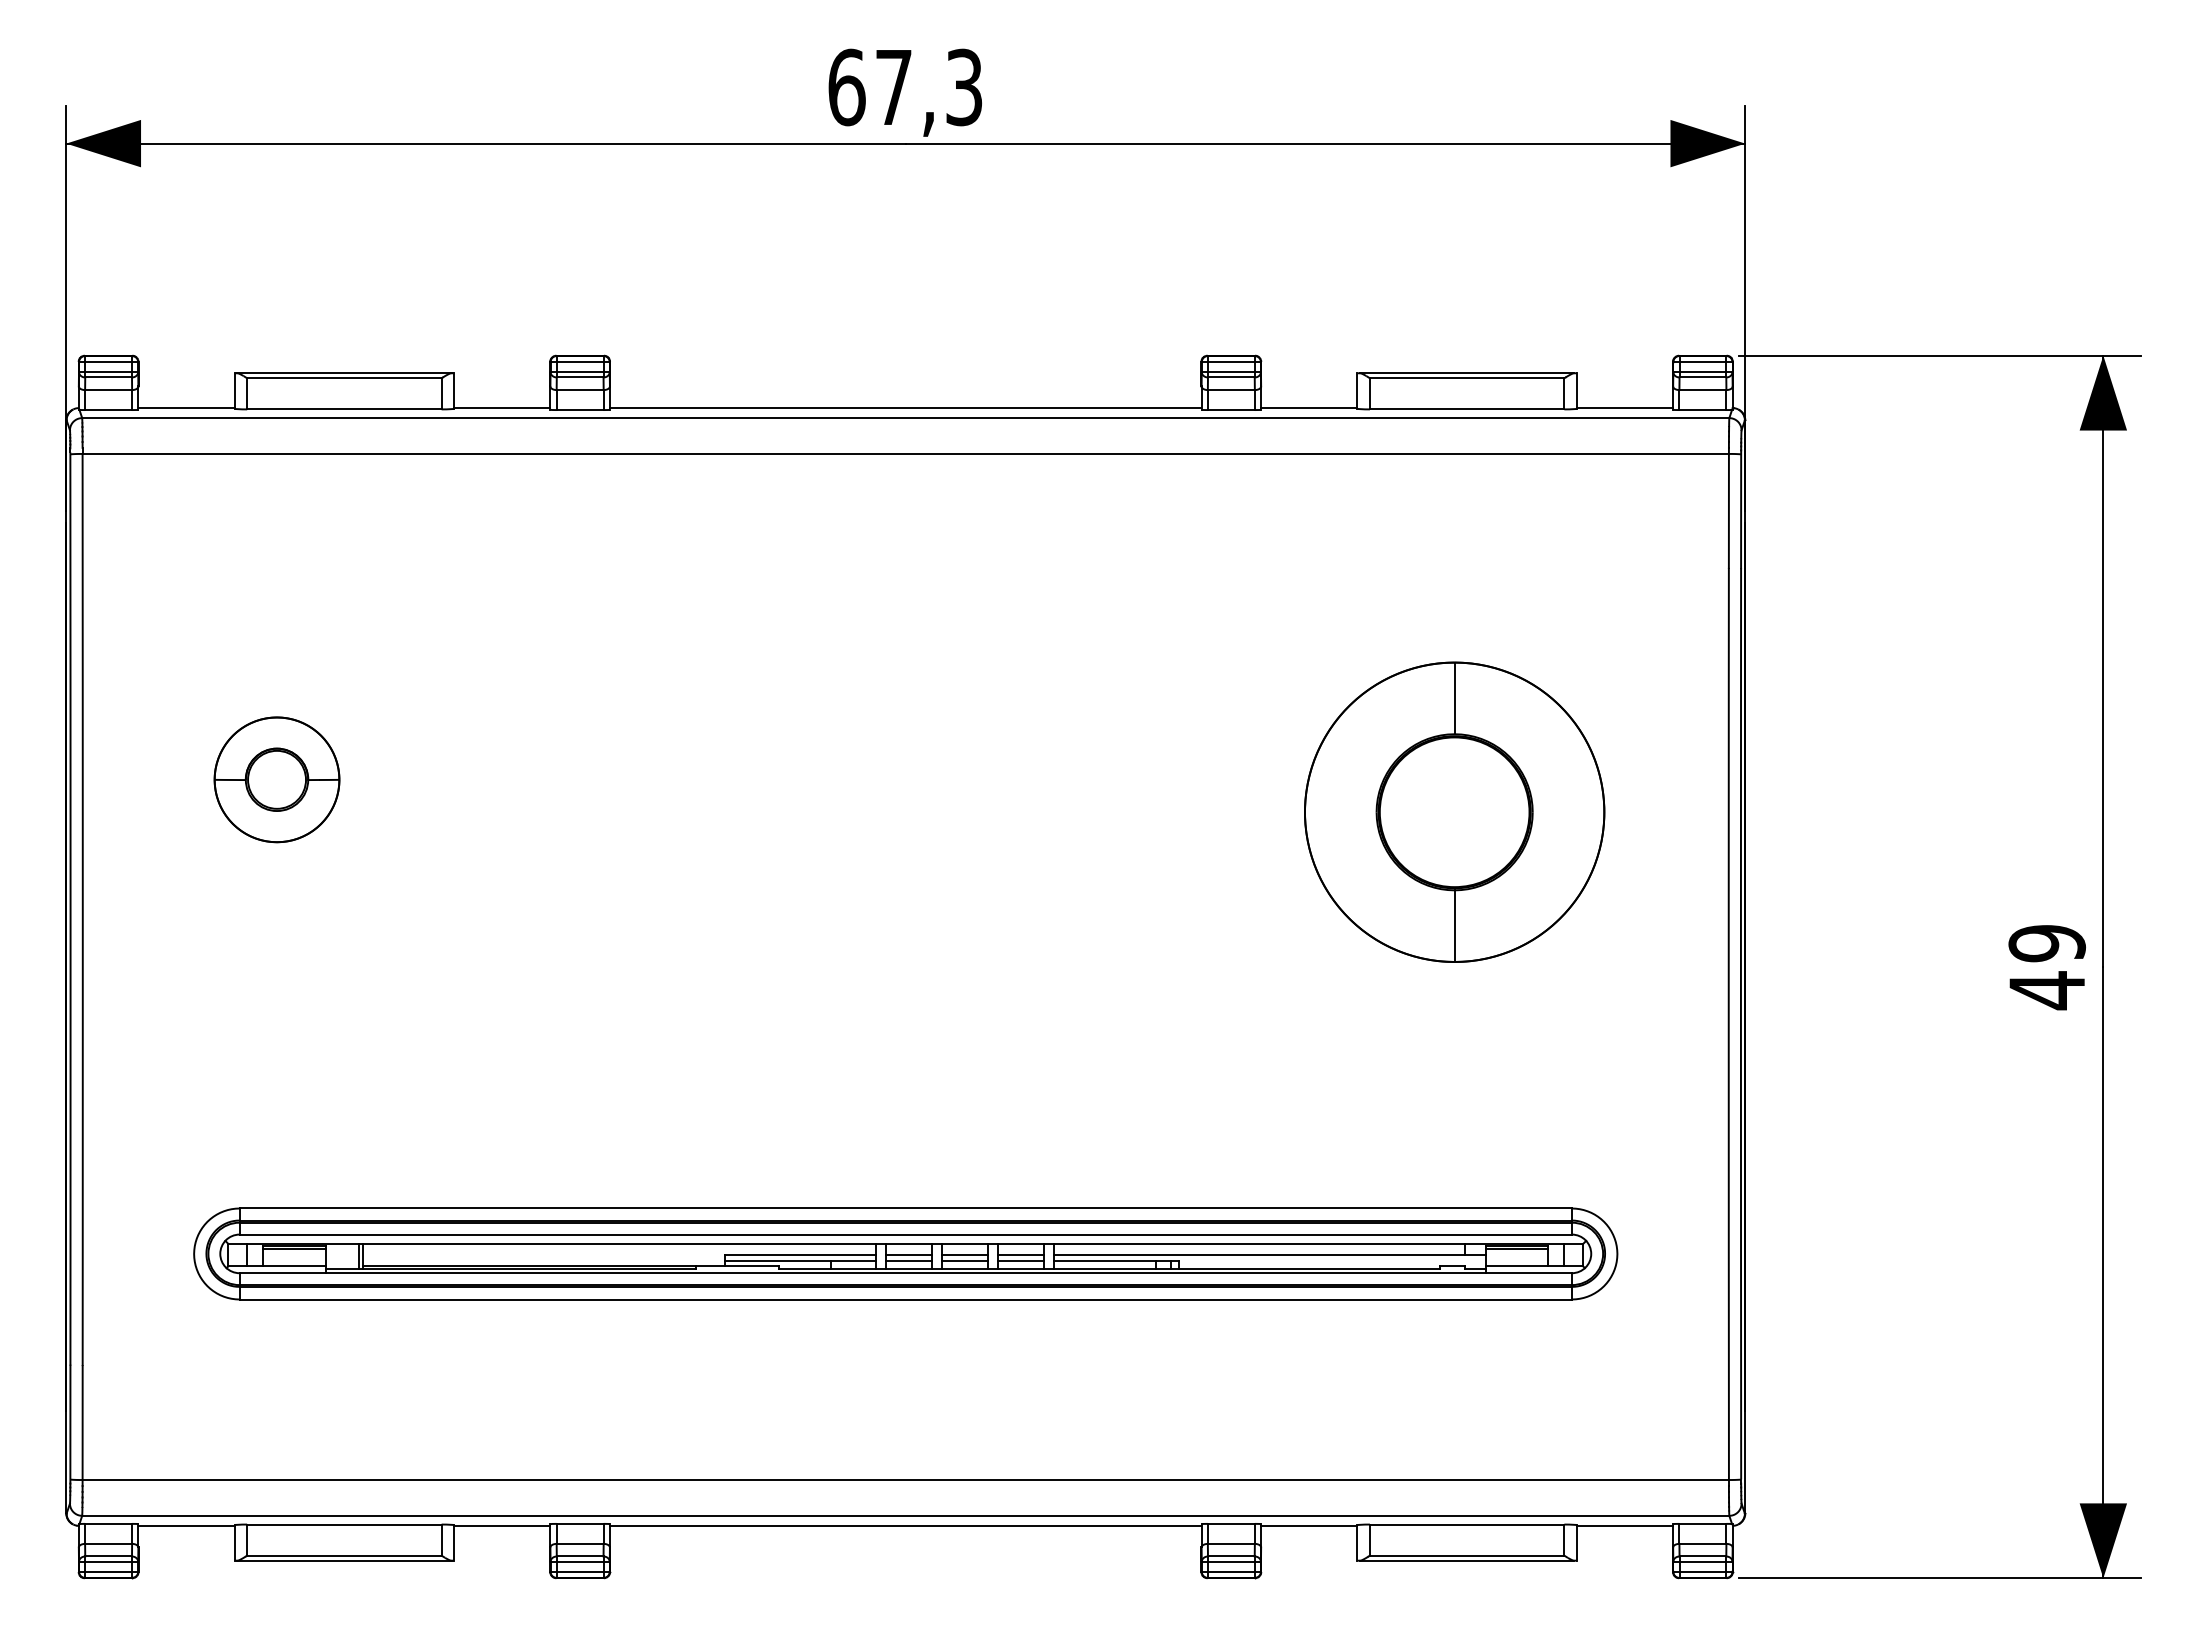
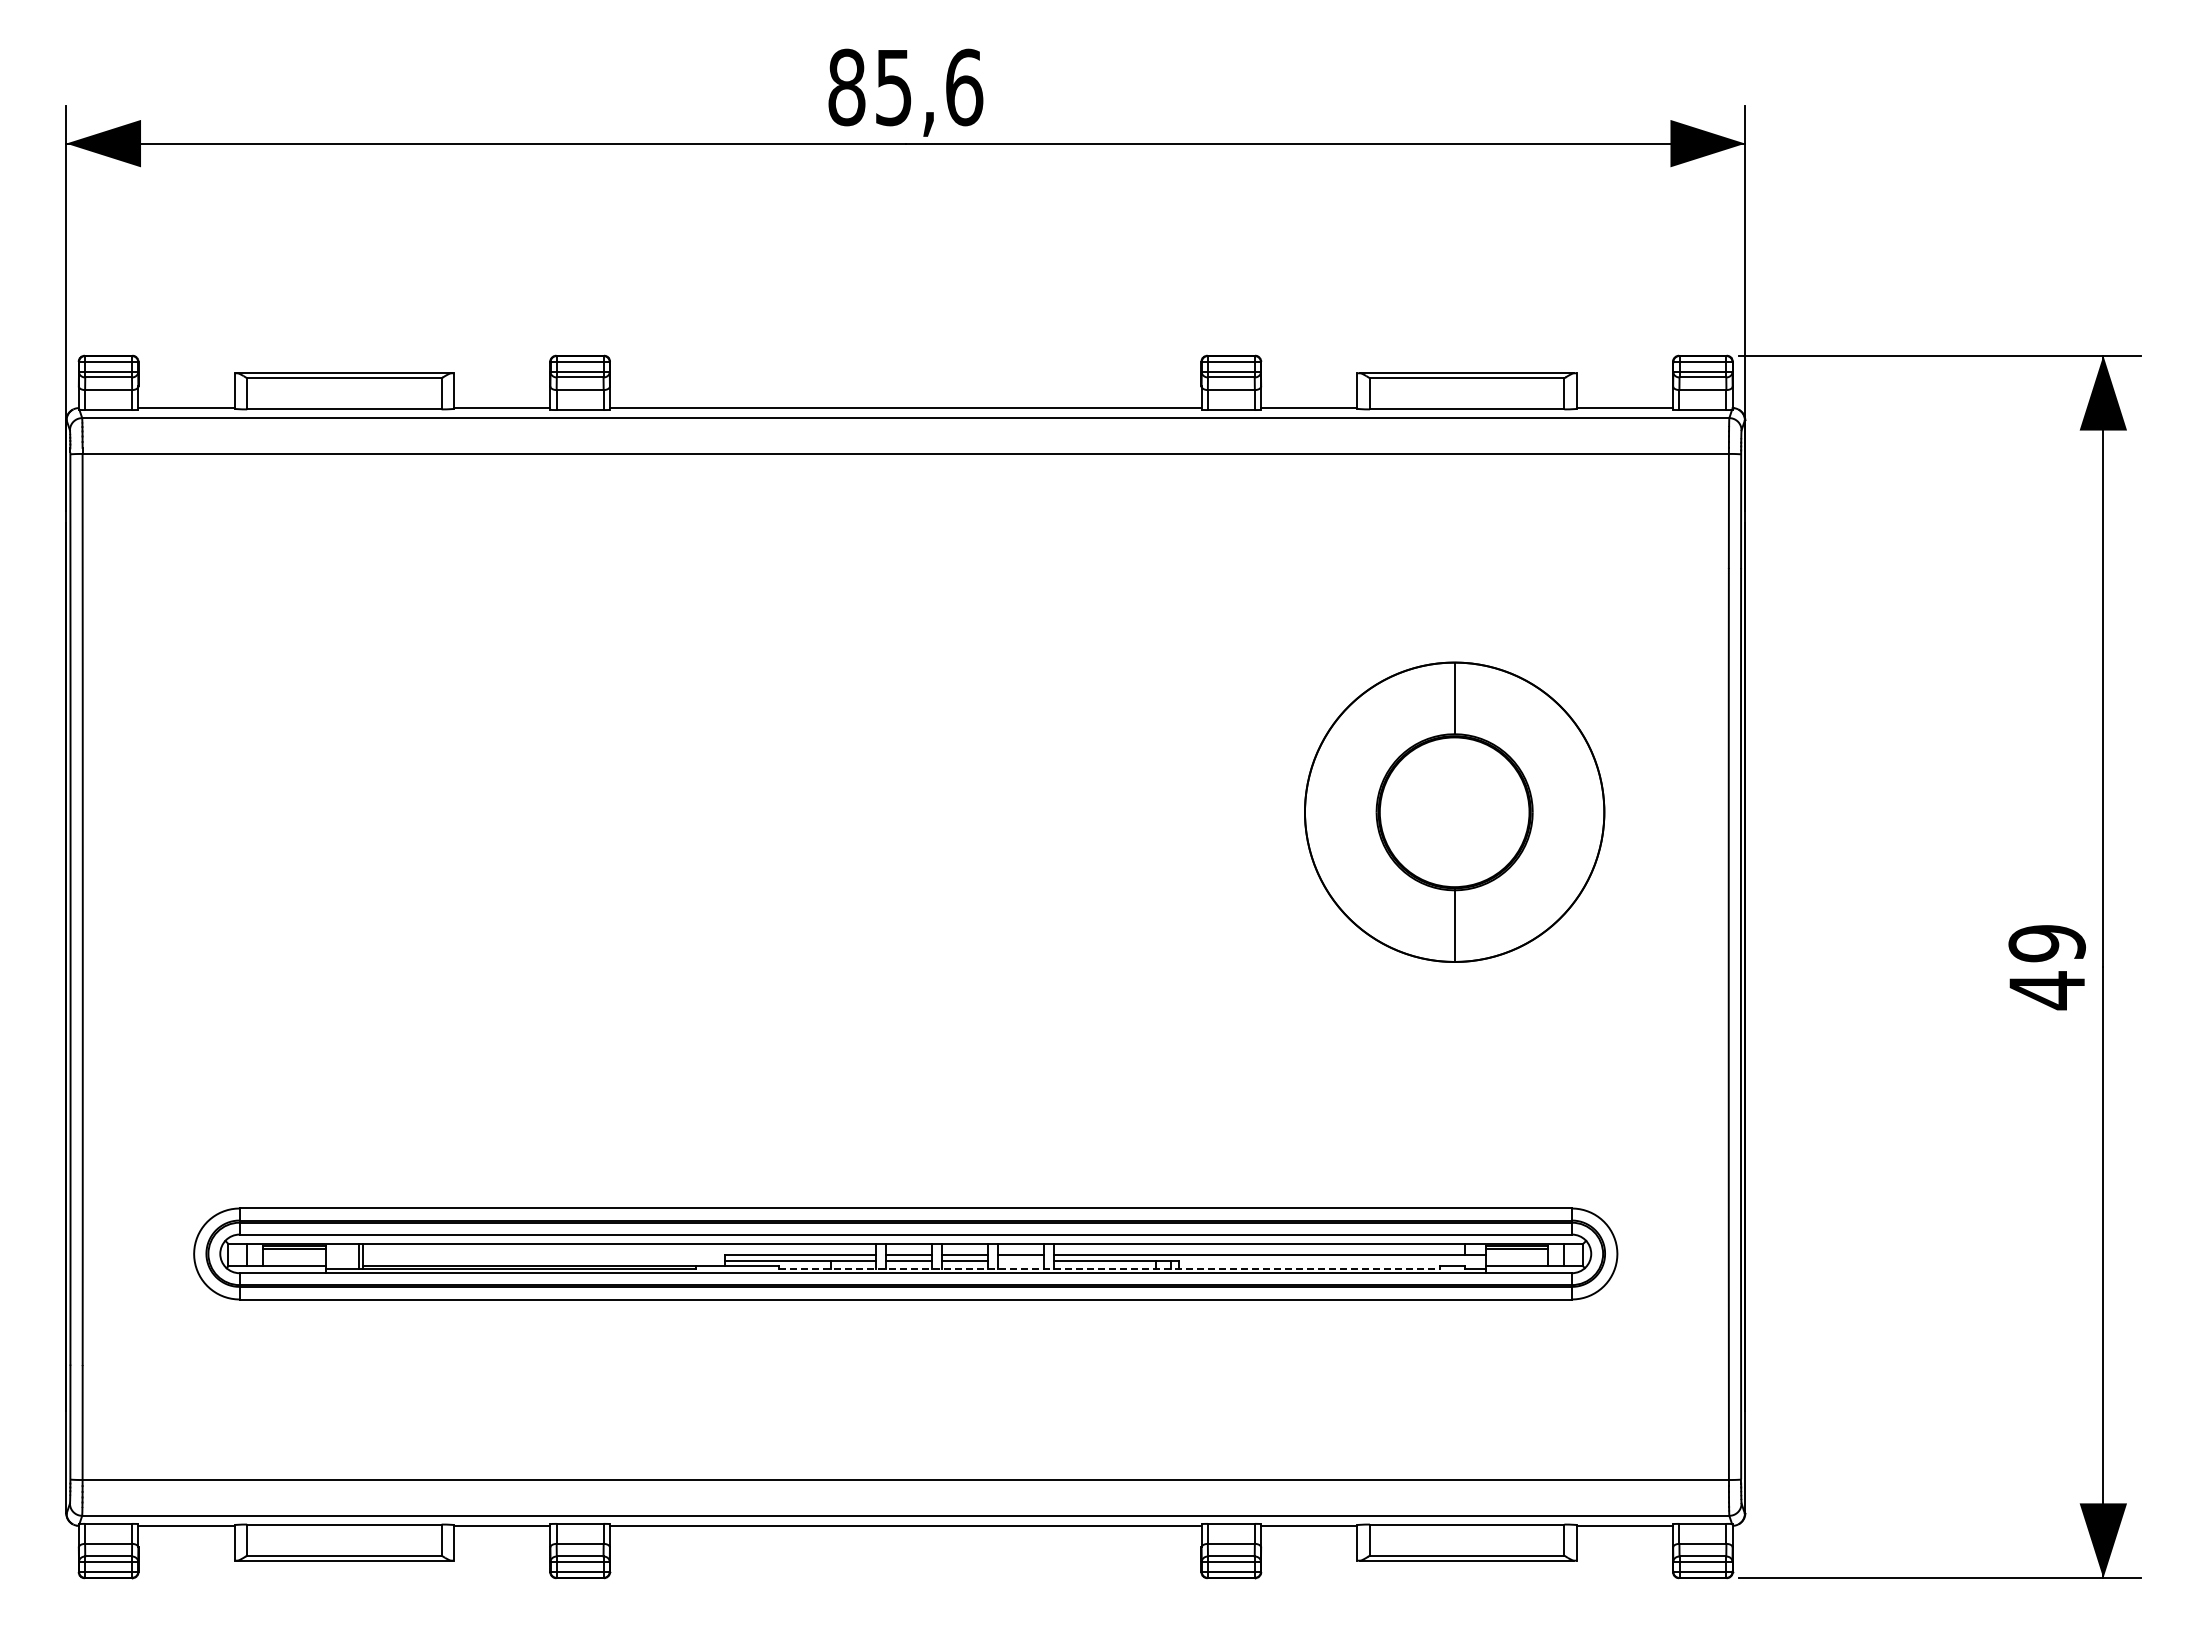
text at (905, 87): 67,3 -> 85,6
part at (276, 779): present -> none
line at (1021, 1261): present -> none
line at (1109, 1268): solid -> dashed
